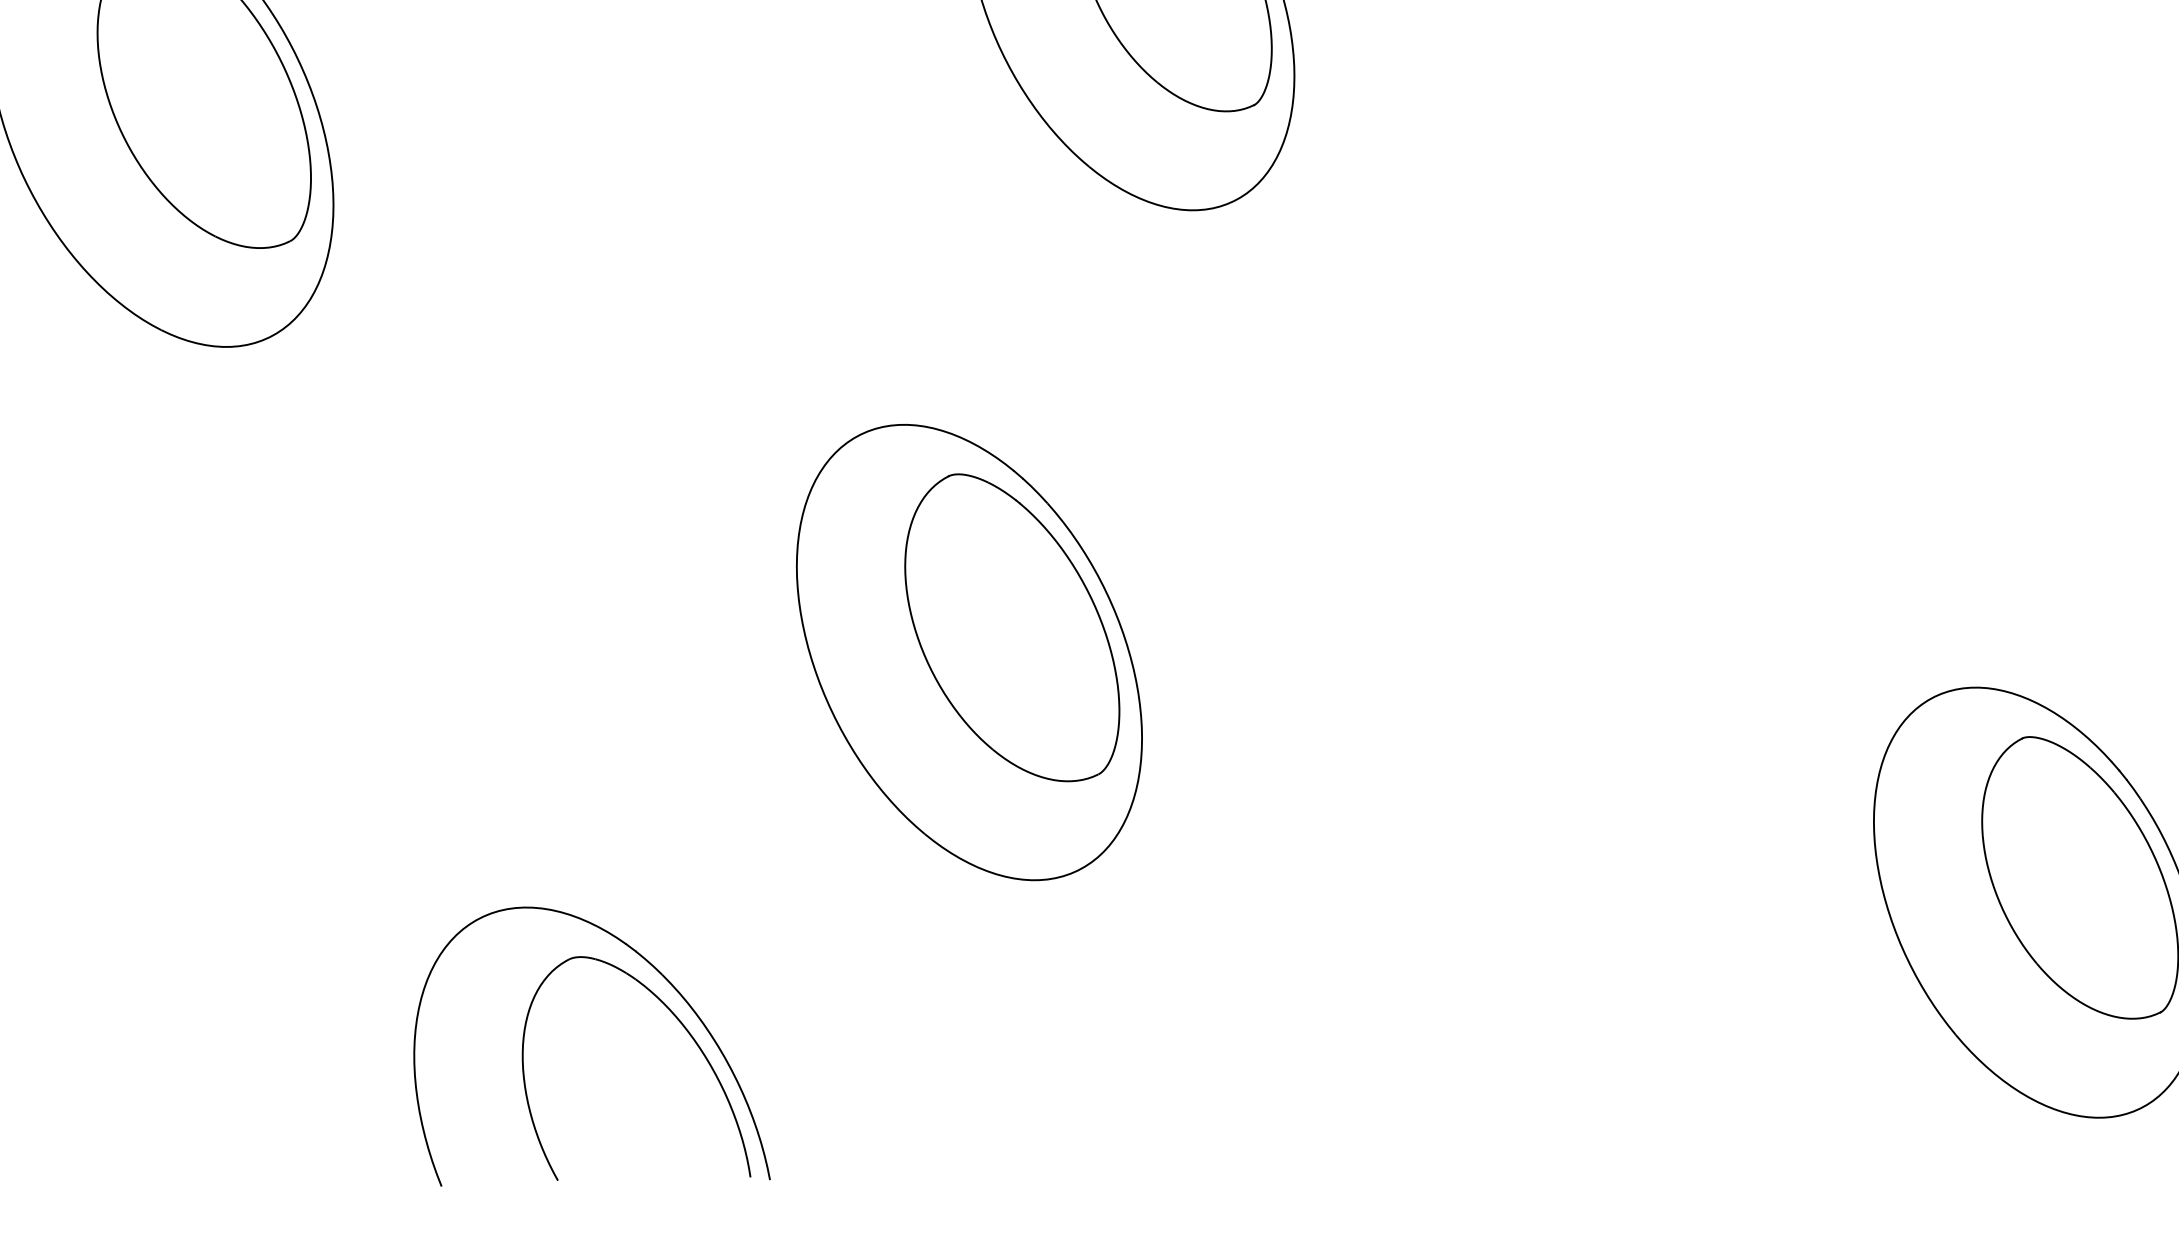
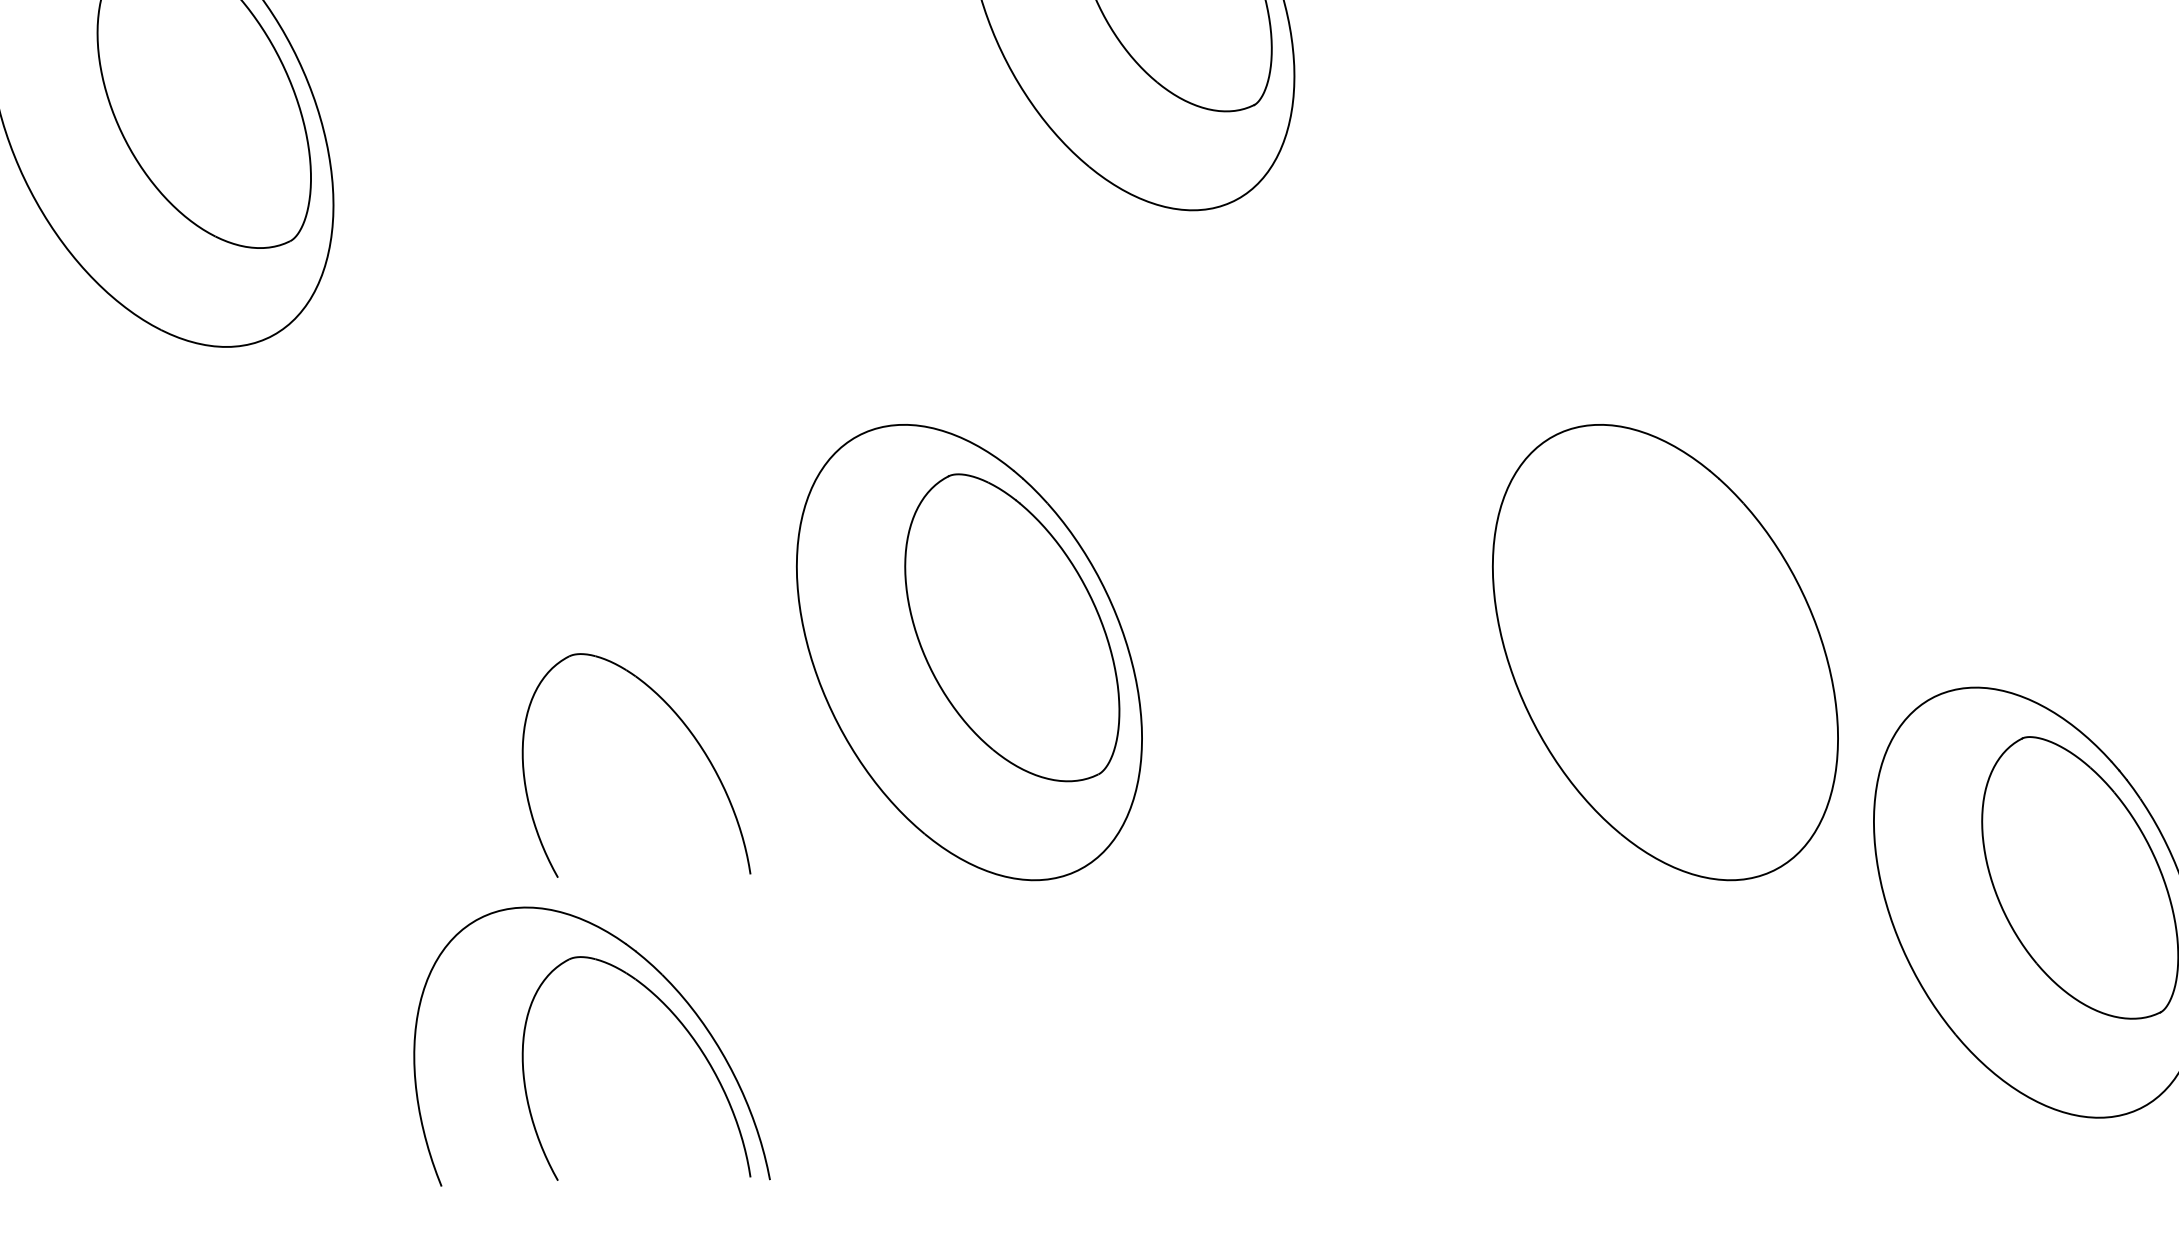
part at (1665, 652): none -> present
part at (686, 728): none -> present
